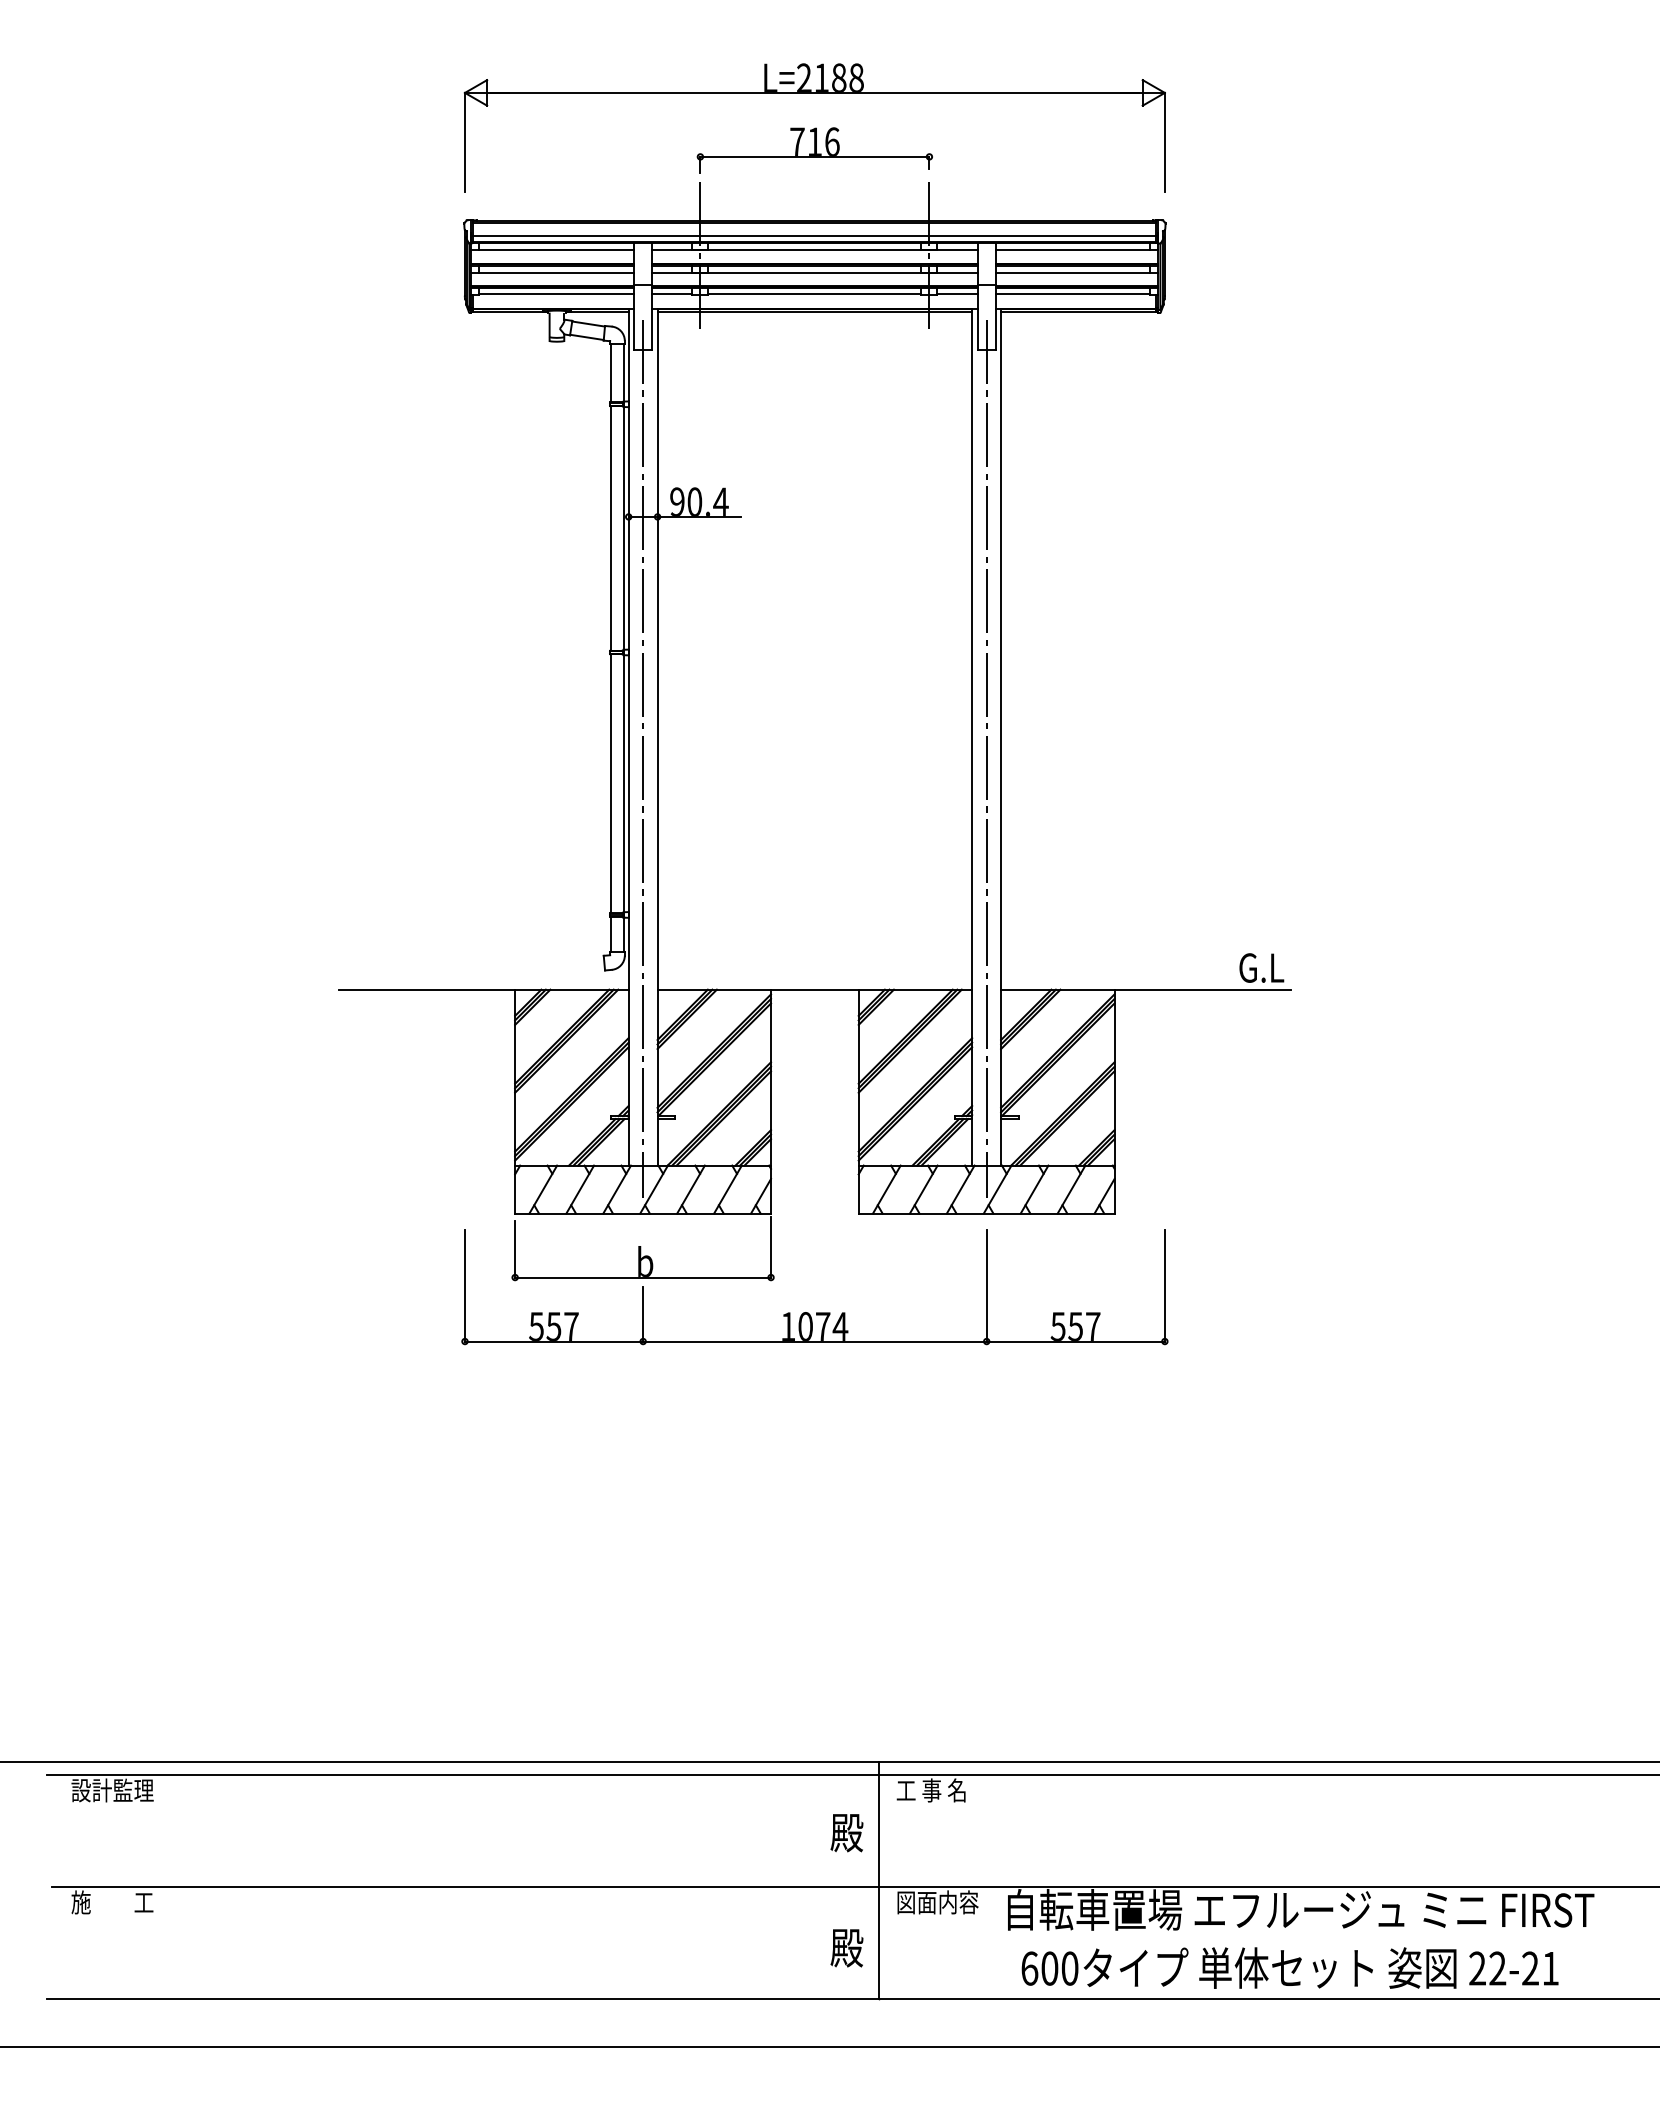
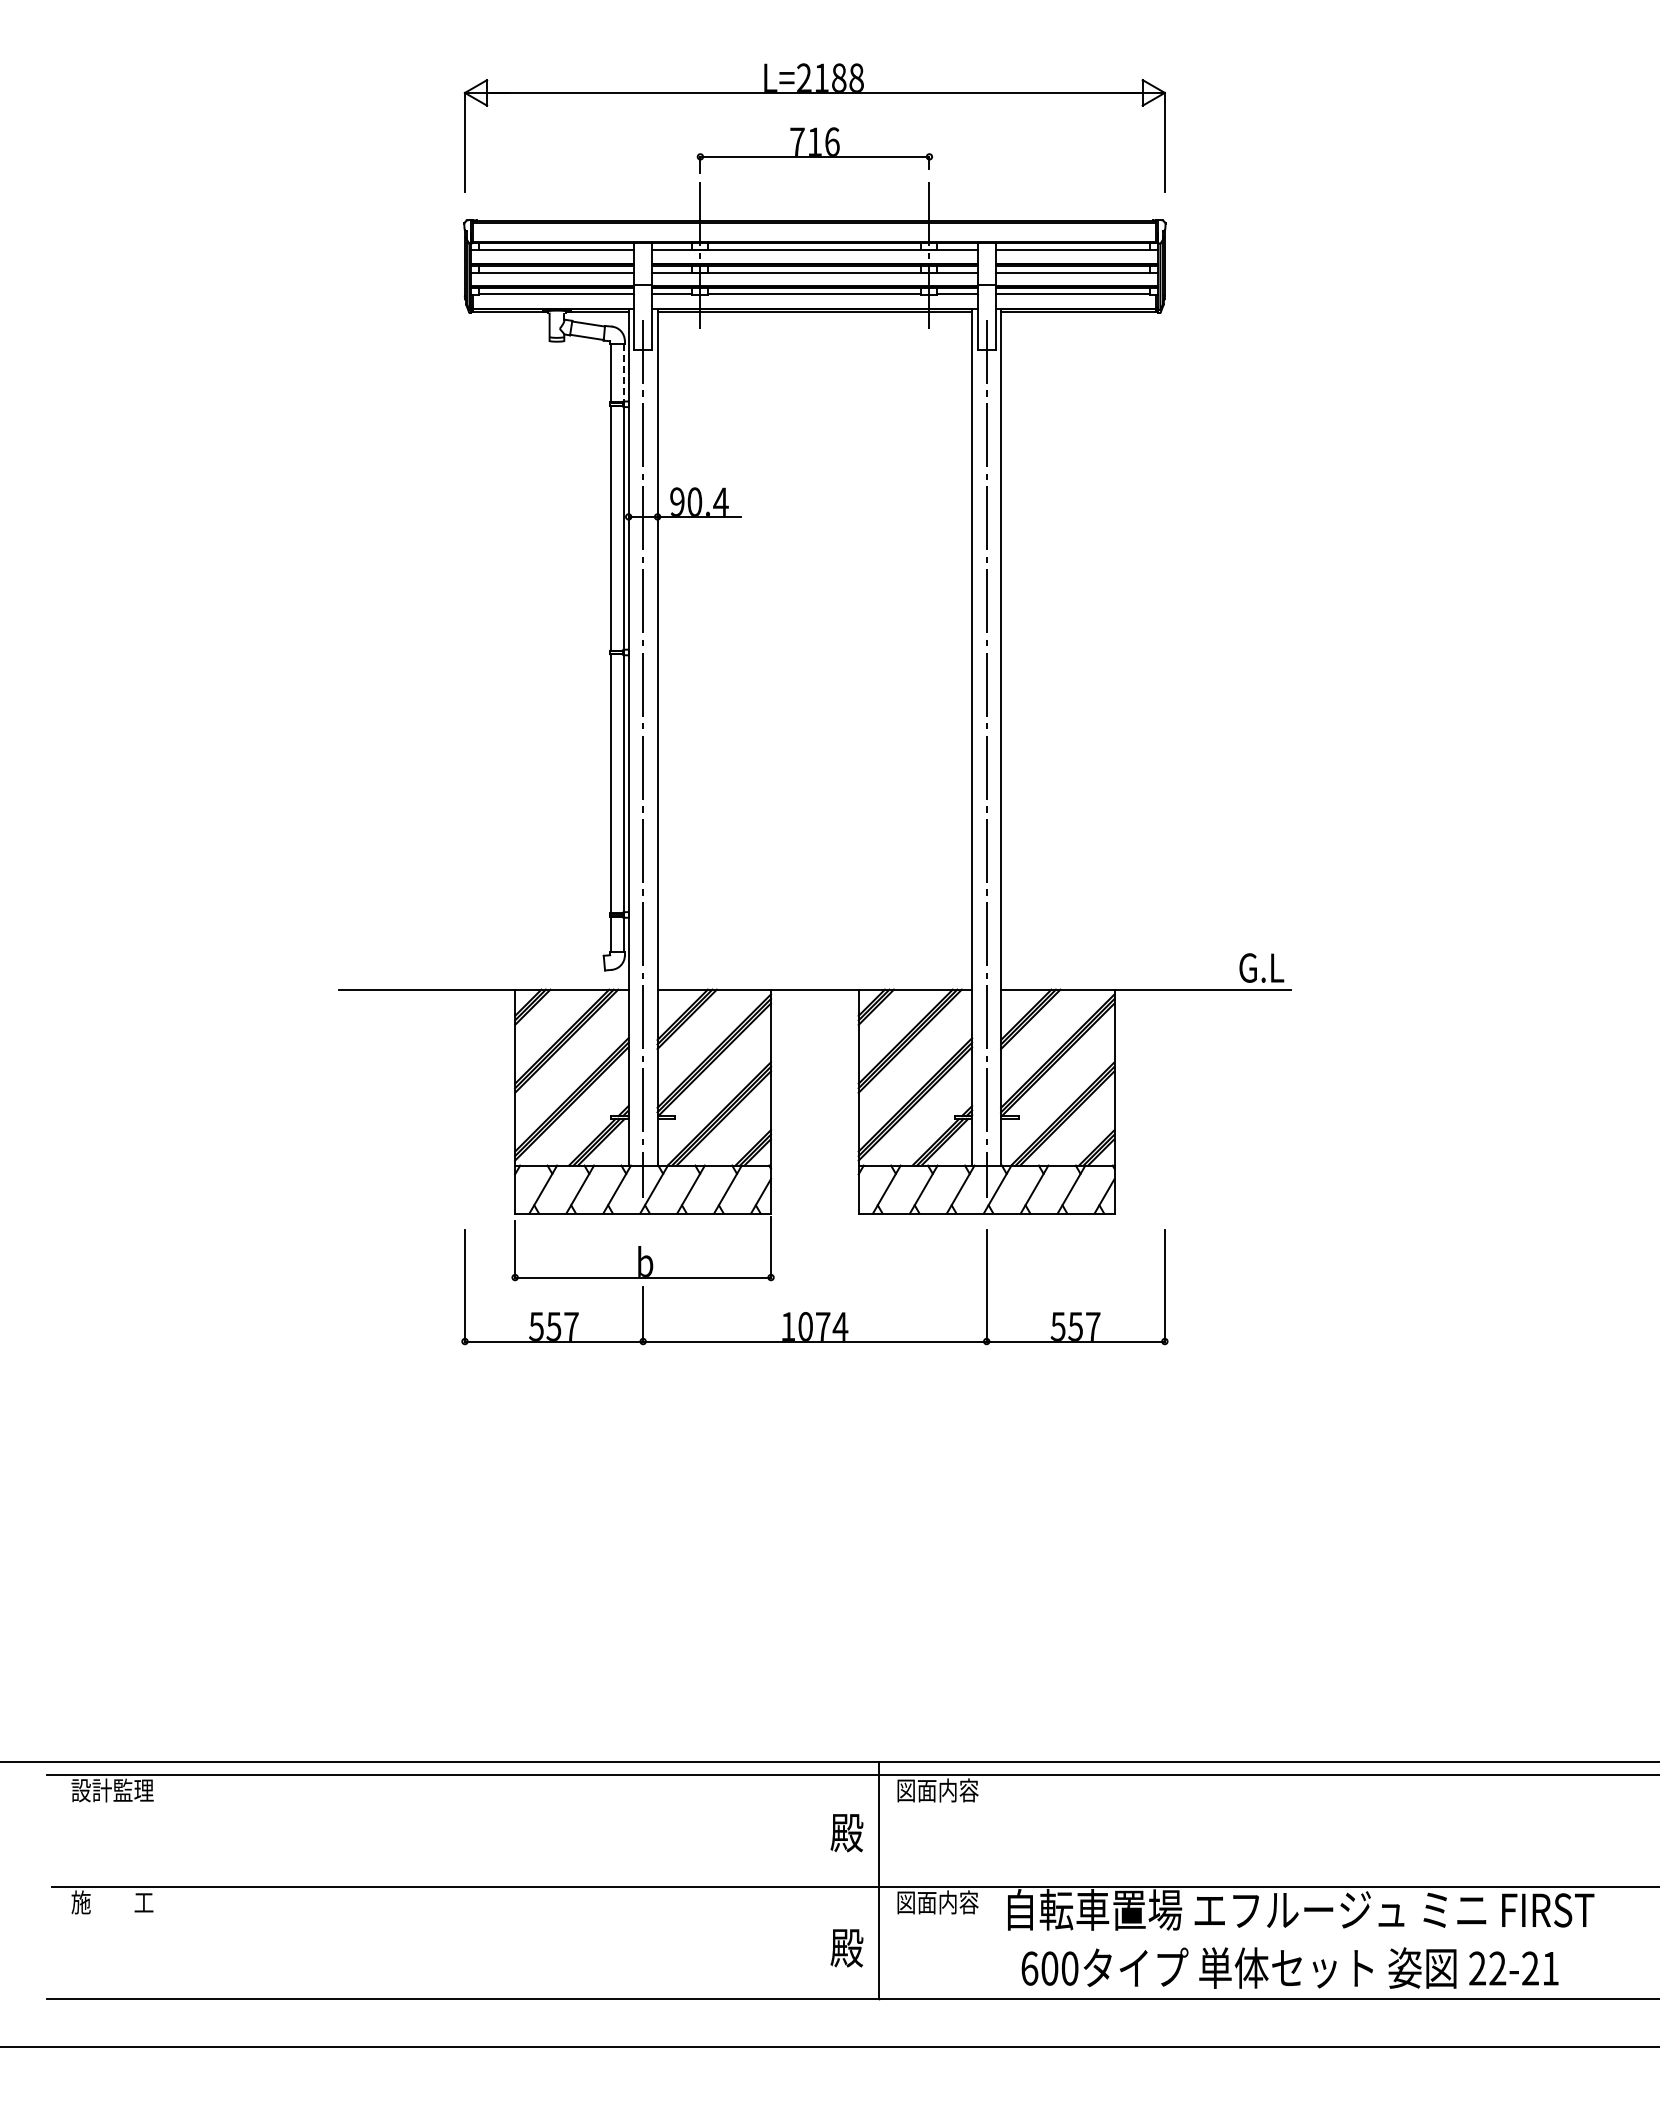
line at (814, 236): present -> none
line at (624, 372): solid -> dashed
text at (937, 1790): 工 事 名 -> 図面内容
